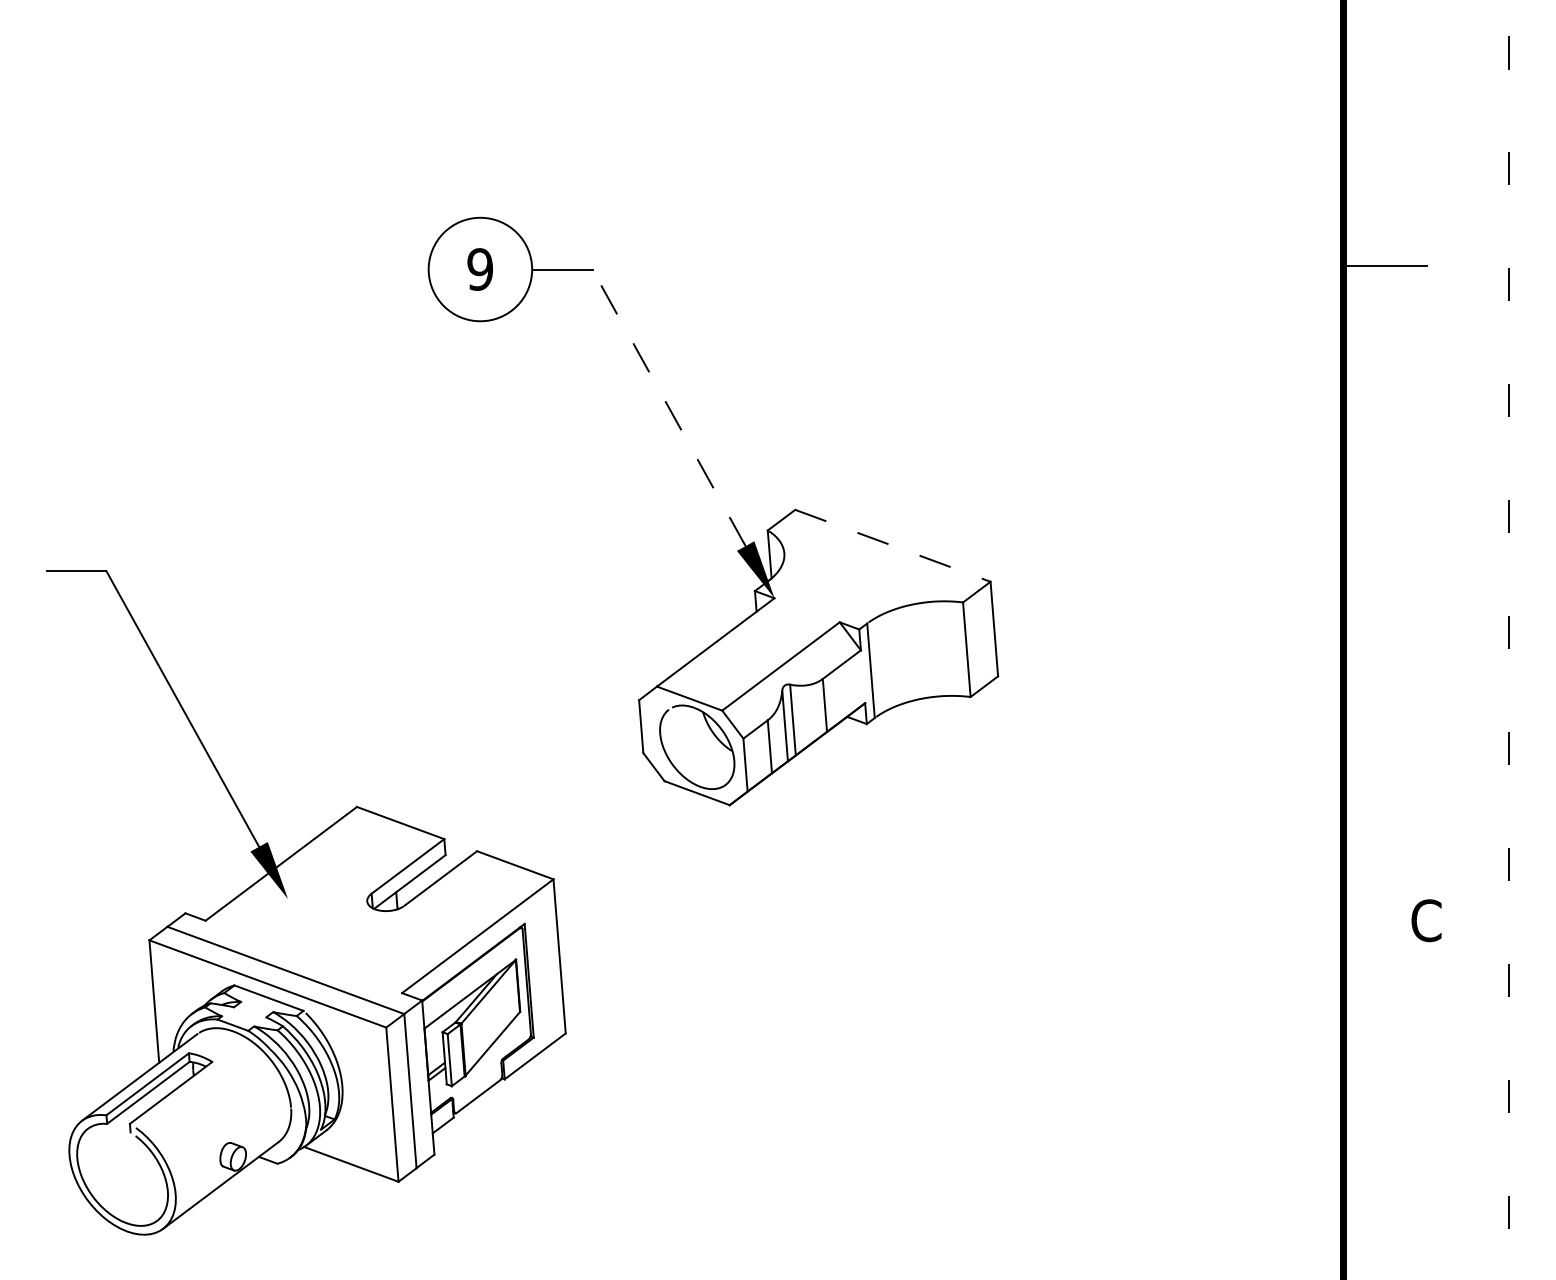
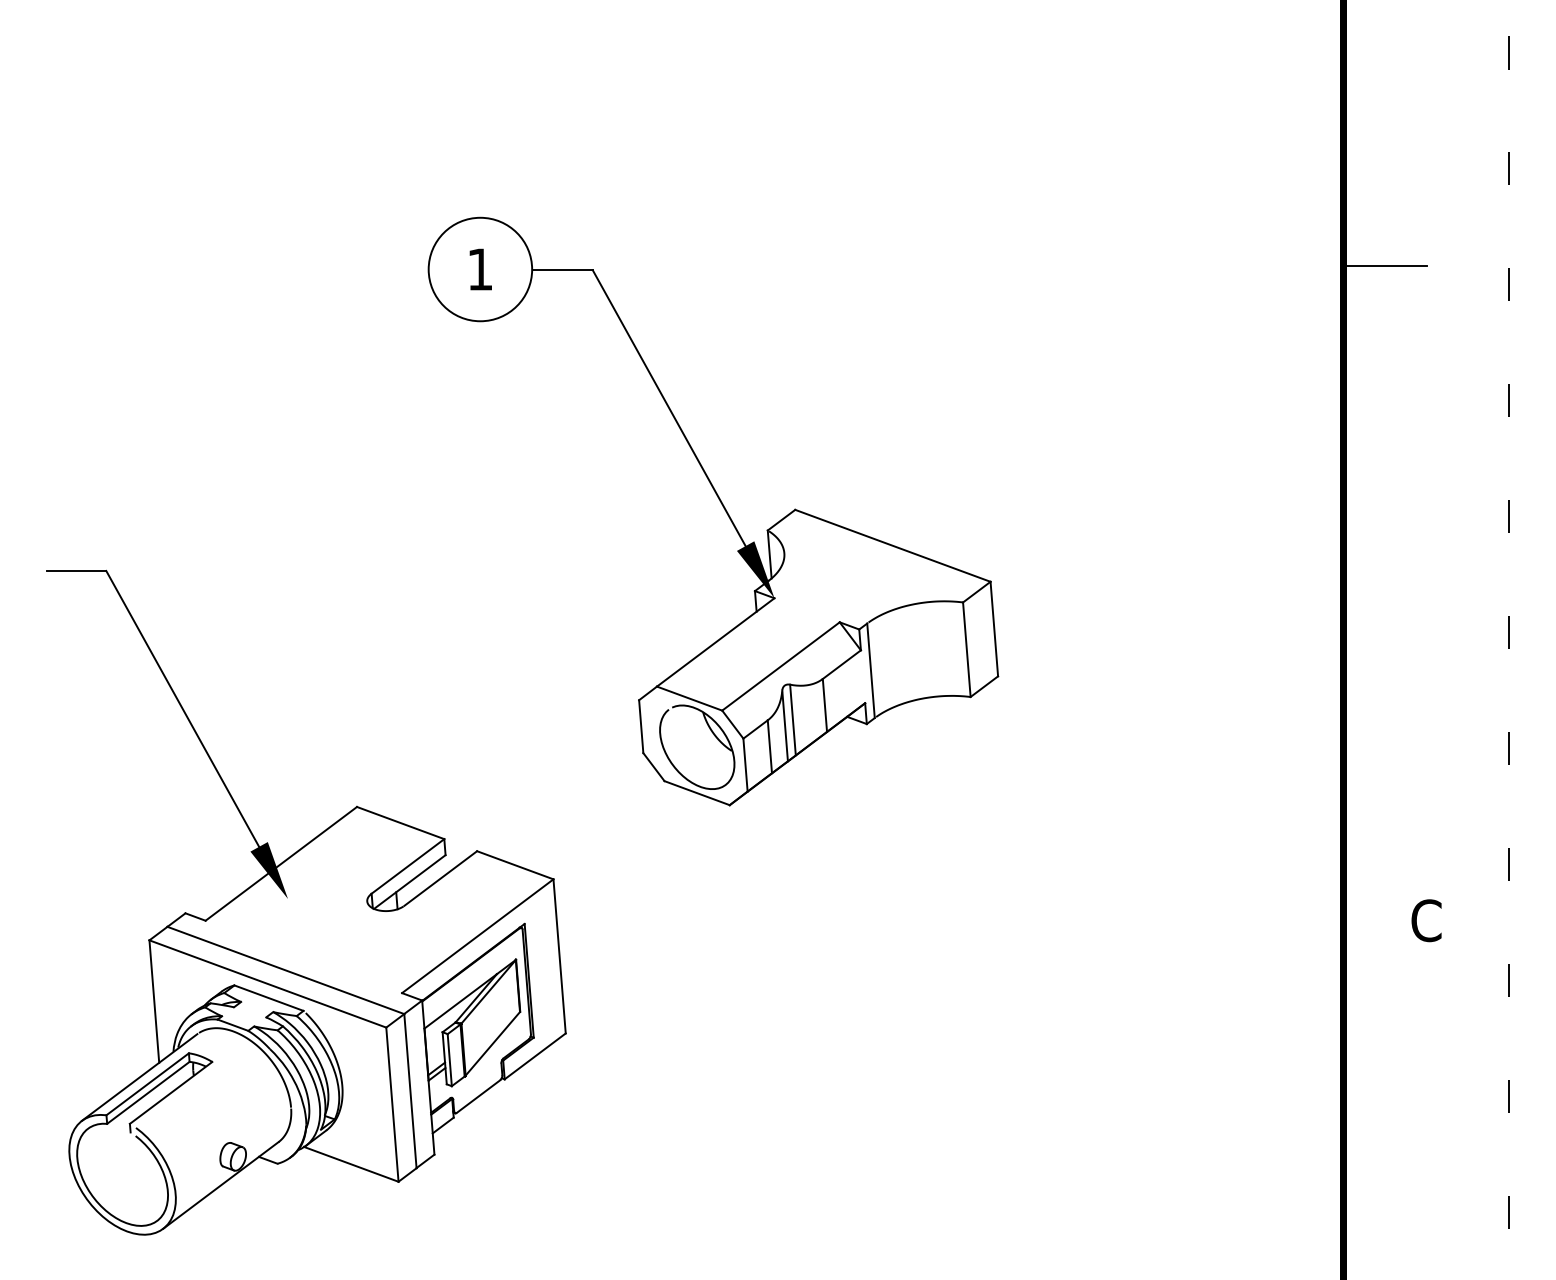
text at (479, 269): 9 -> 1
line at (669, 408): dashed -> solid
line at (893, 546): dashed -> solid
